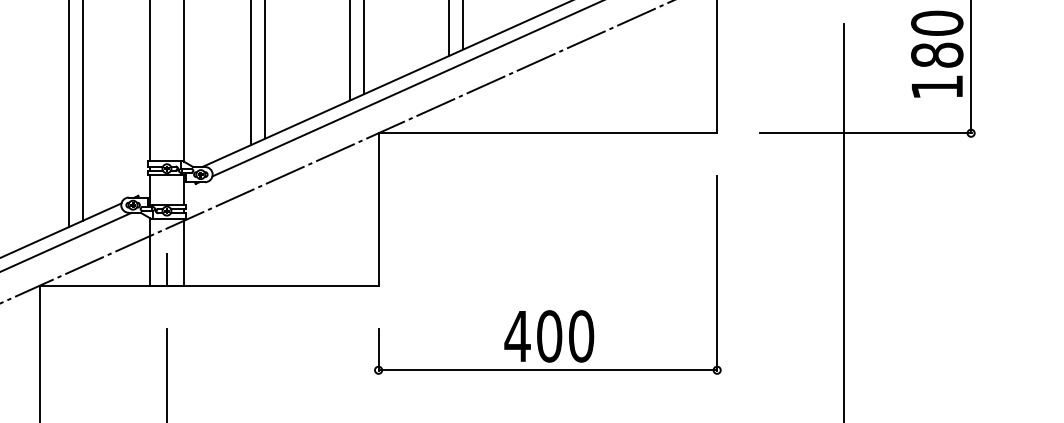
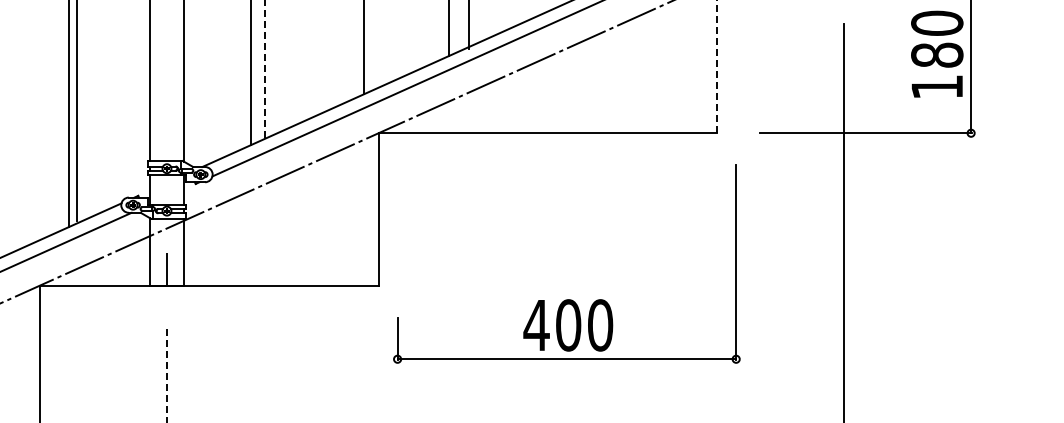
line at (463, 25) position: (463, 25) -> (469, 25)
line at (349, 51): present -> none
line at (717, 66): solid -> dashed
line at (265, 69): solid -> dashed
line at (83, 111) position: (83, 111) -> (77, 111)
part at (547, 310) position: (547, 310) -> (566, 299)
line at (166, 375): solid -> dashed
